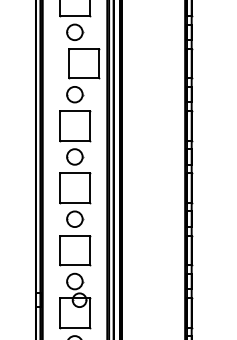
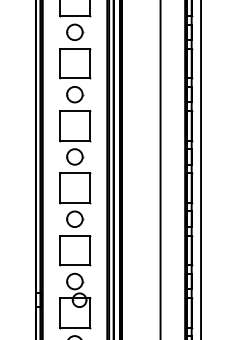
part at (84, 63) position: (84, 63) -> (75, 63)
line at (160, 169): none -> present
line at (201, 169): none -> present
